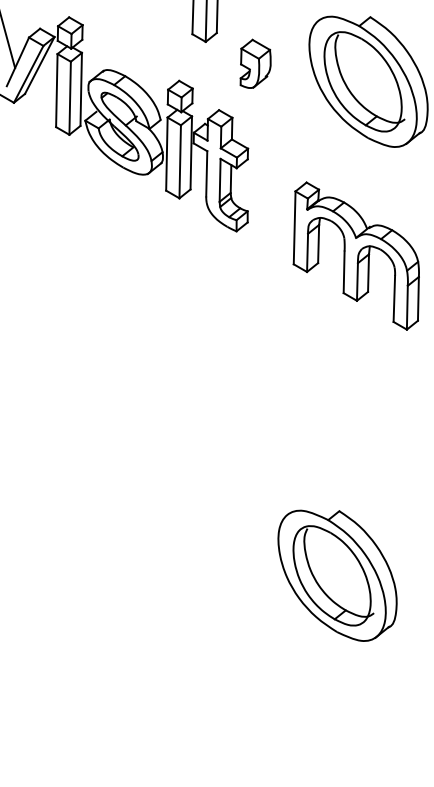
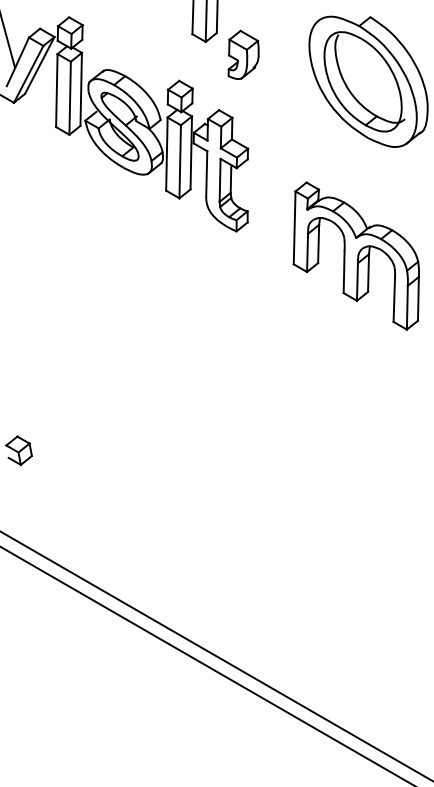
part at (255, 63) position: (255, 63) -> (243, 54)
part at (18, 450): none -> present
part at (337, 575): present -> none
line at (216, 655): none -> present
line at (206, 665): none -> present
